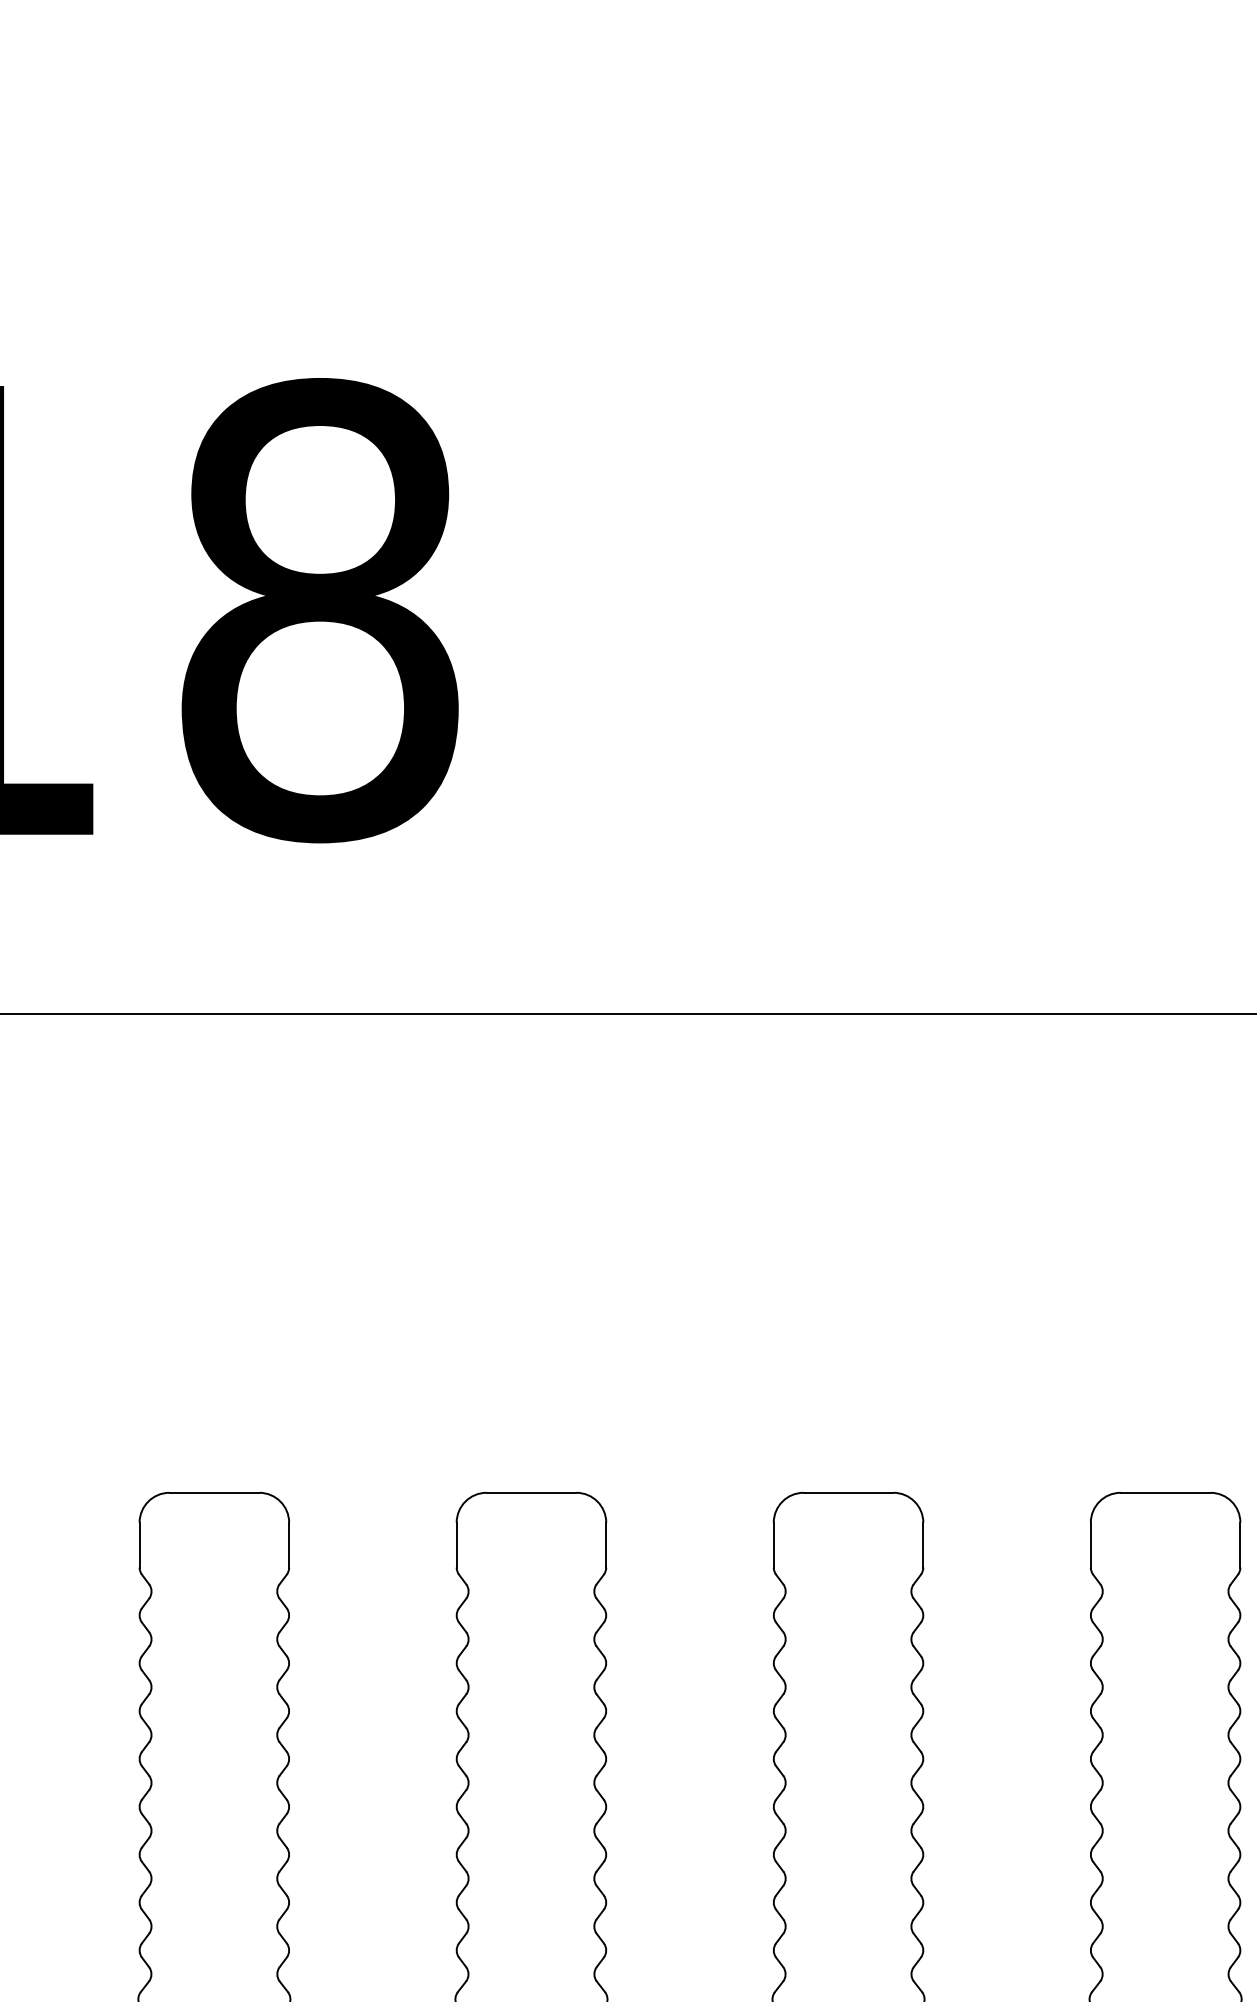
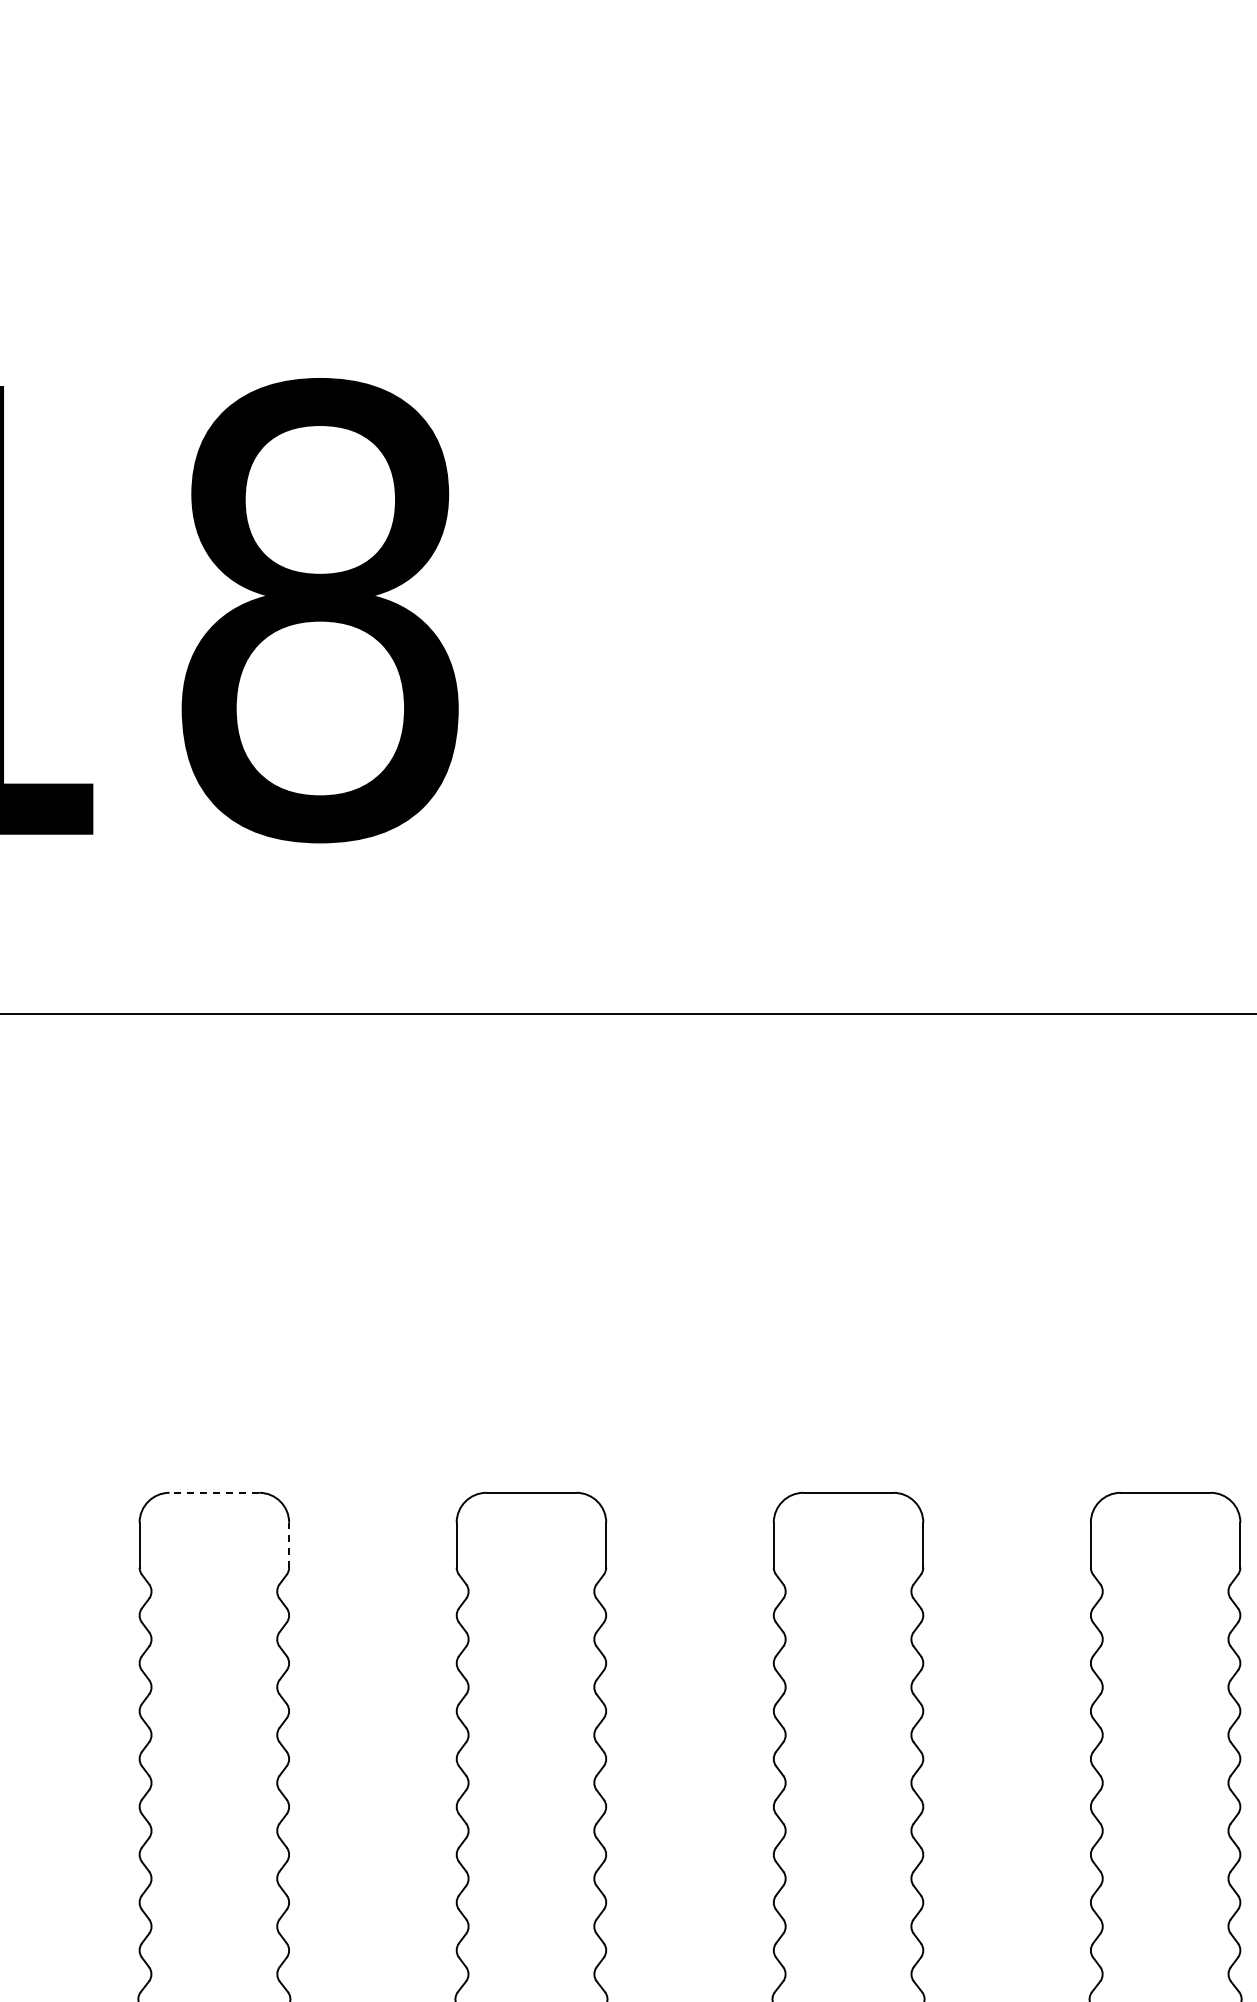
line at (214, 1492): solid -> dashed
line at (289, 1544): solid -> dashed
